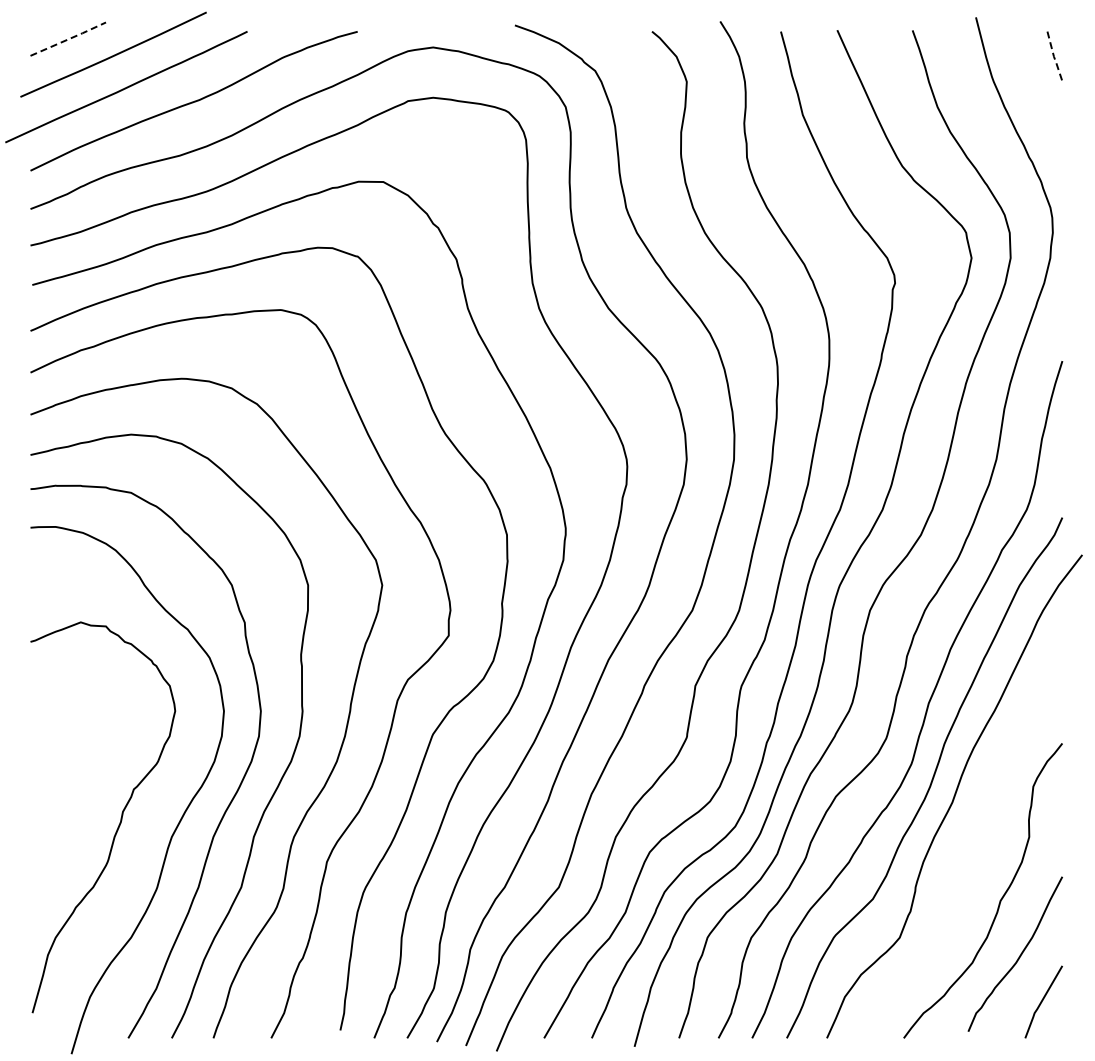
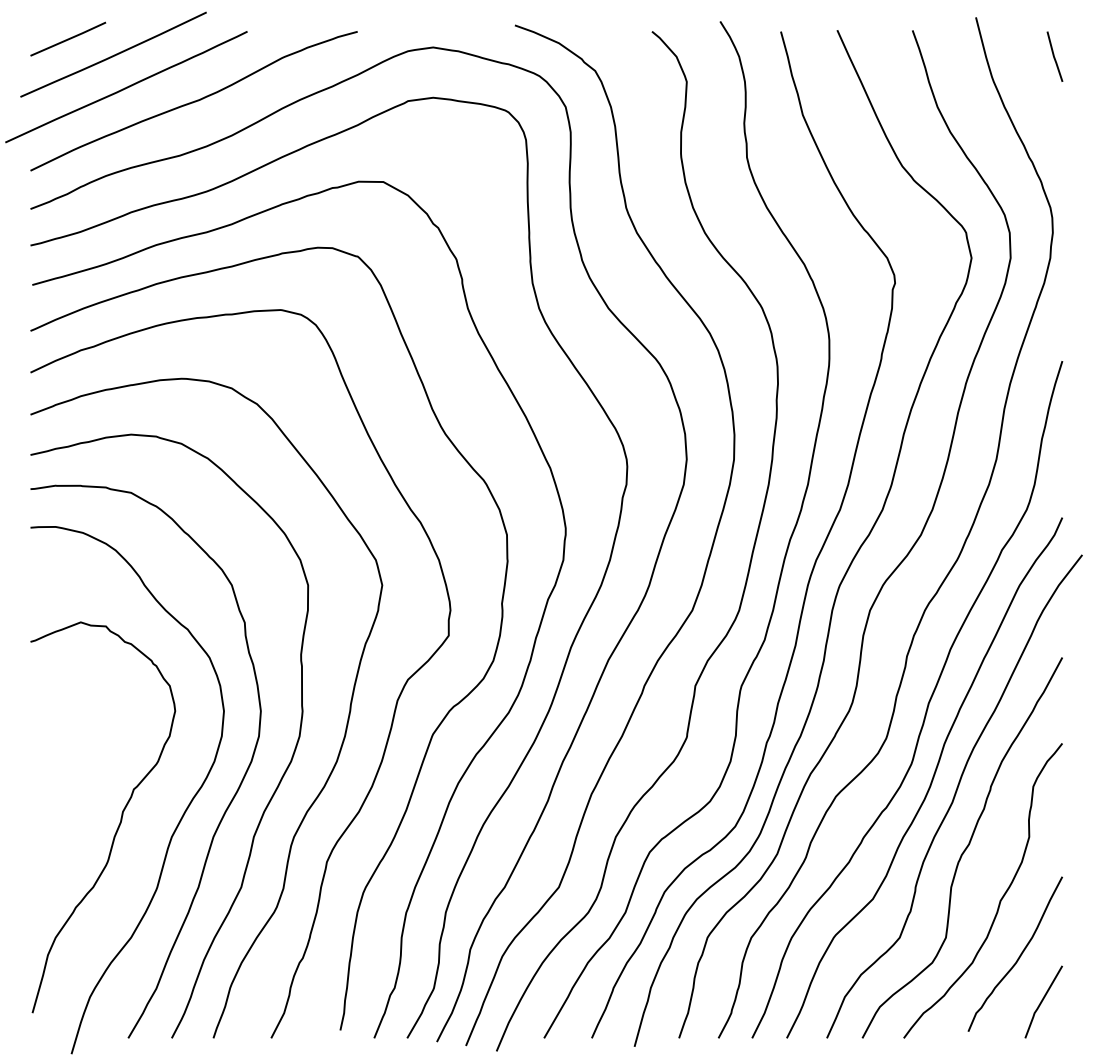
line at (68, 39): dashed -> solid
line at (1054, 57): dashed -> solid
curve at (964, 849): none -> present
